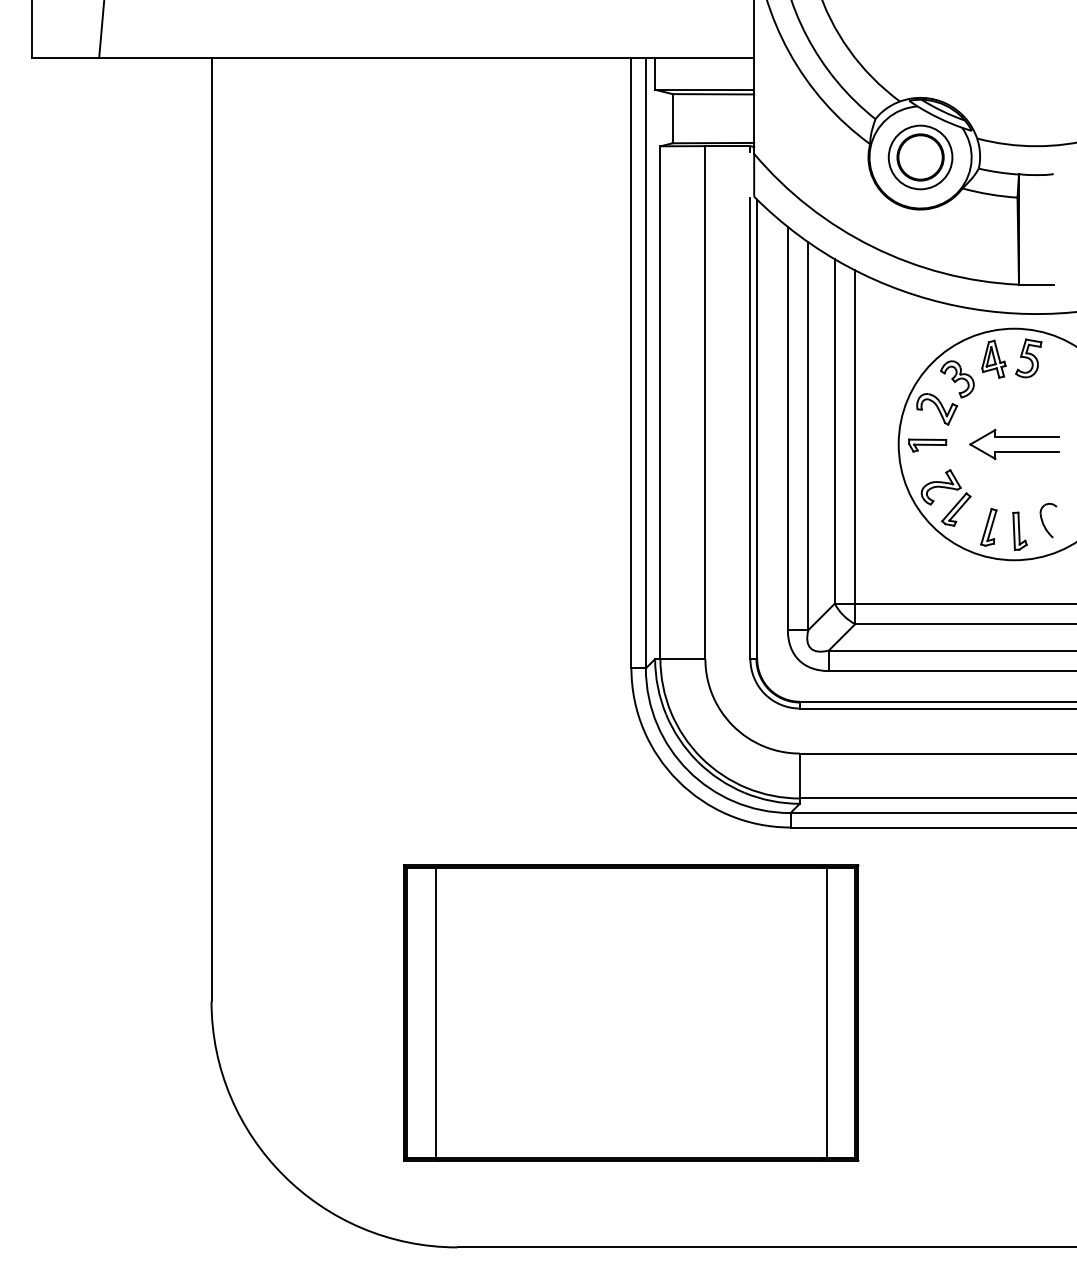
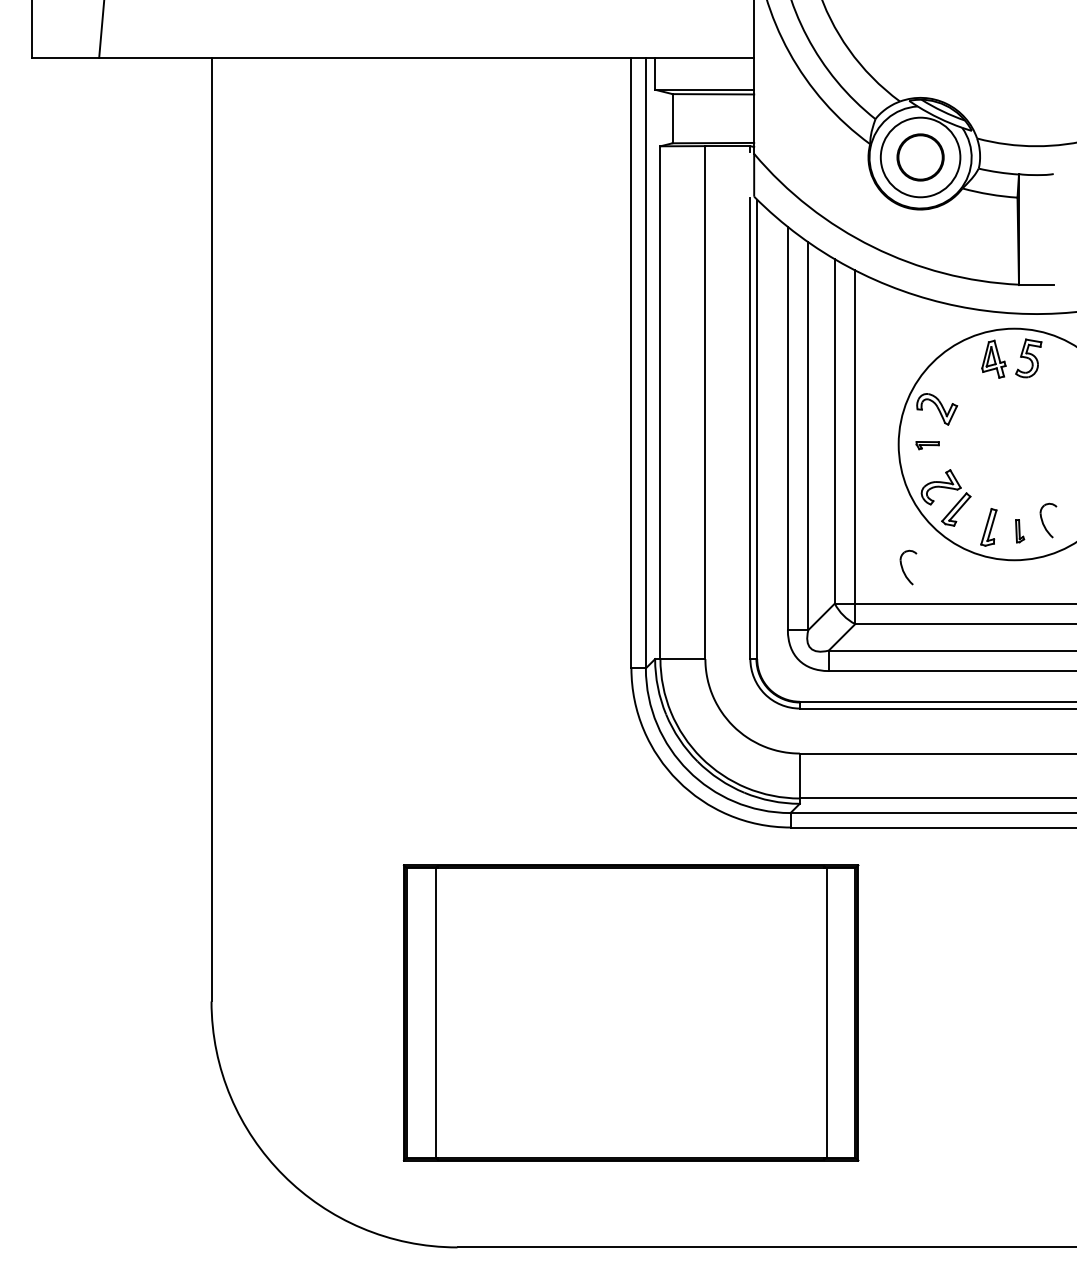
circle at (920, 157) diameter: 64 px -> 80 px
part at (957, 379): present -> none
part at (1014, 437): present -> none
part at (927, 445) size: 40x15 px -> 25x10 px
part at (1019, 530) size: 16x40 px -> 11x25 px
part at (908, 567): none -> present
